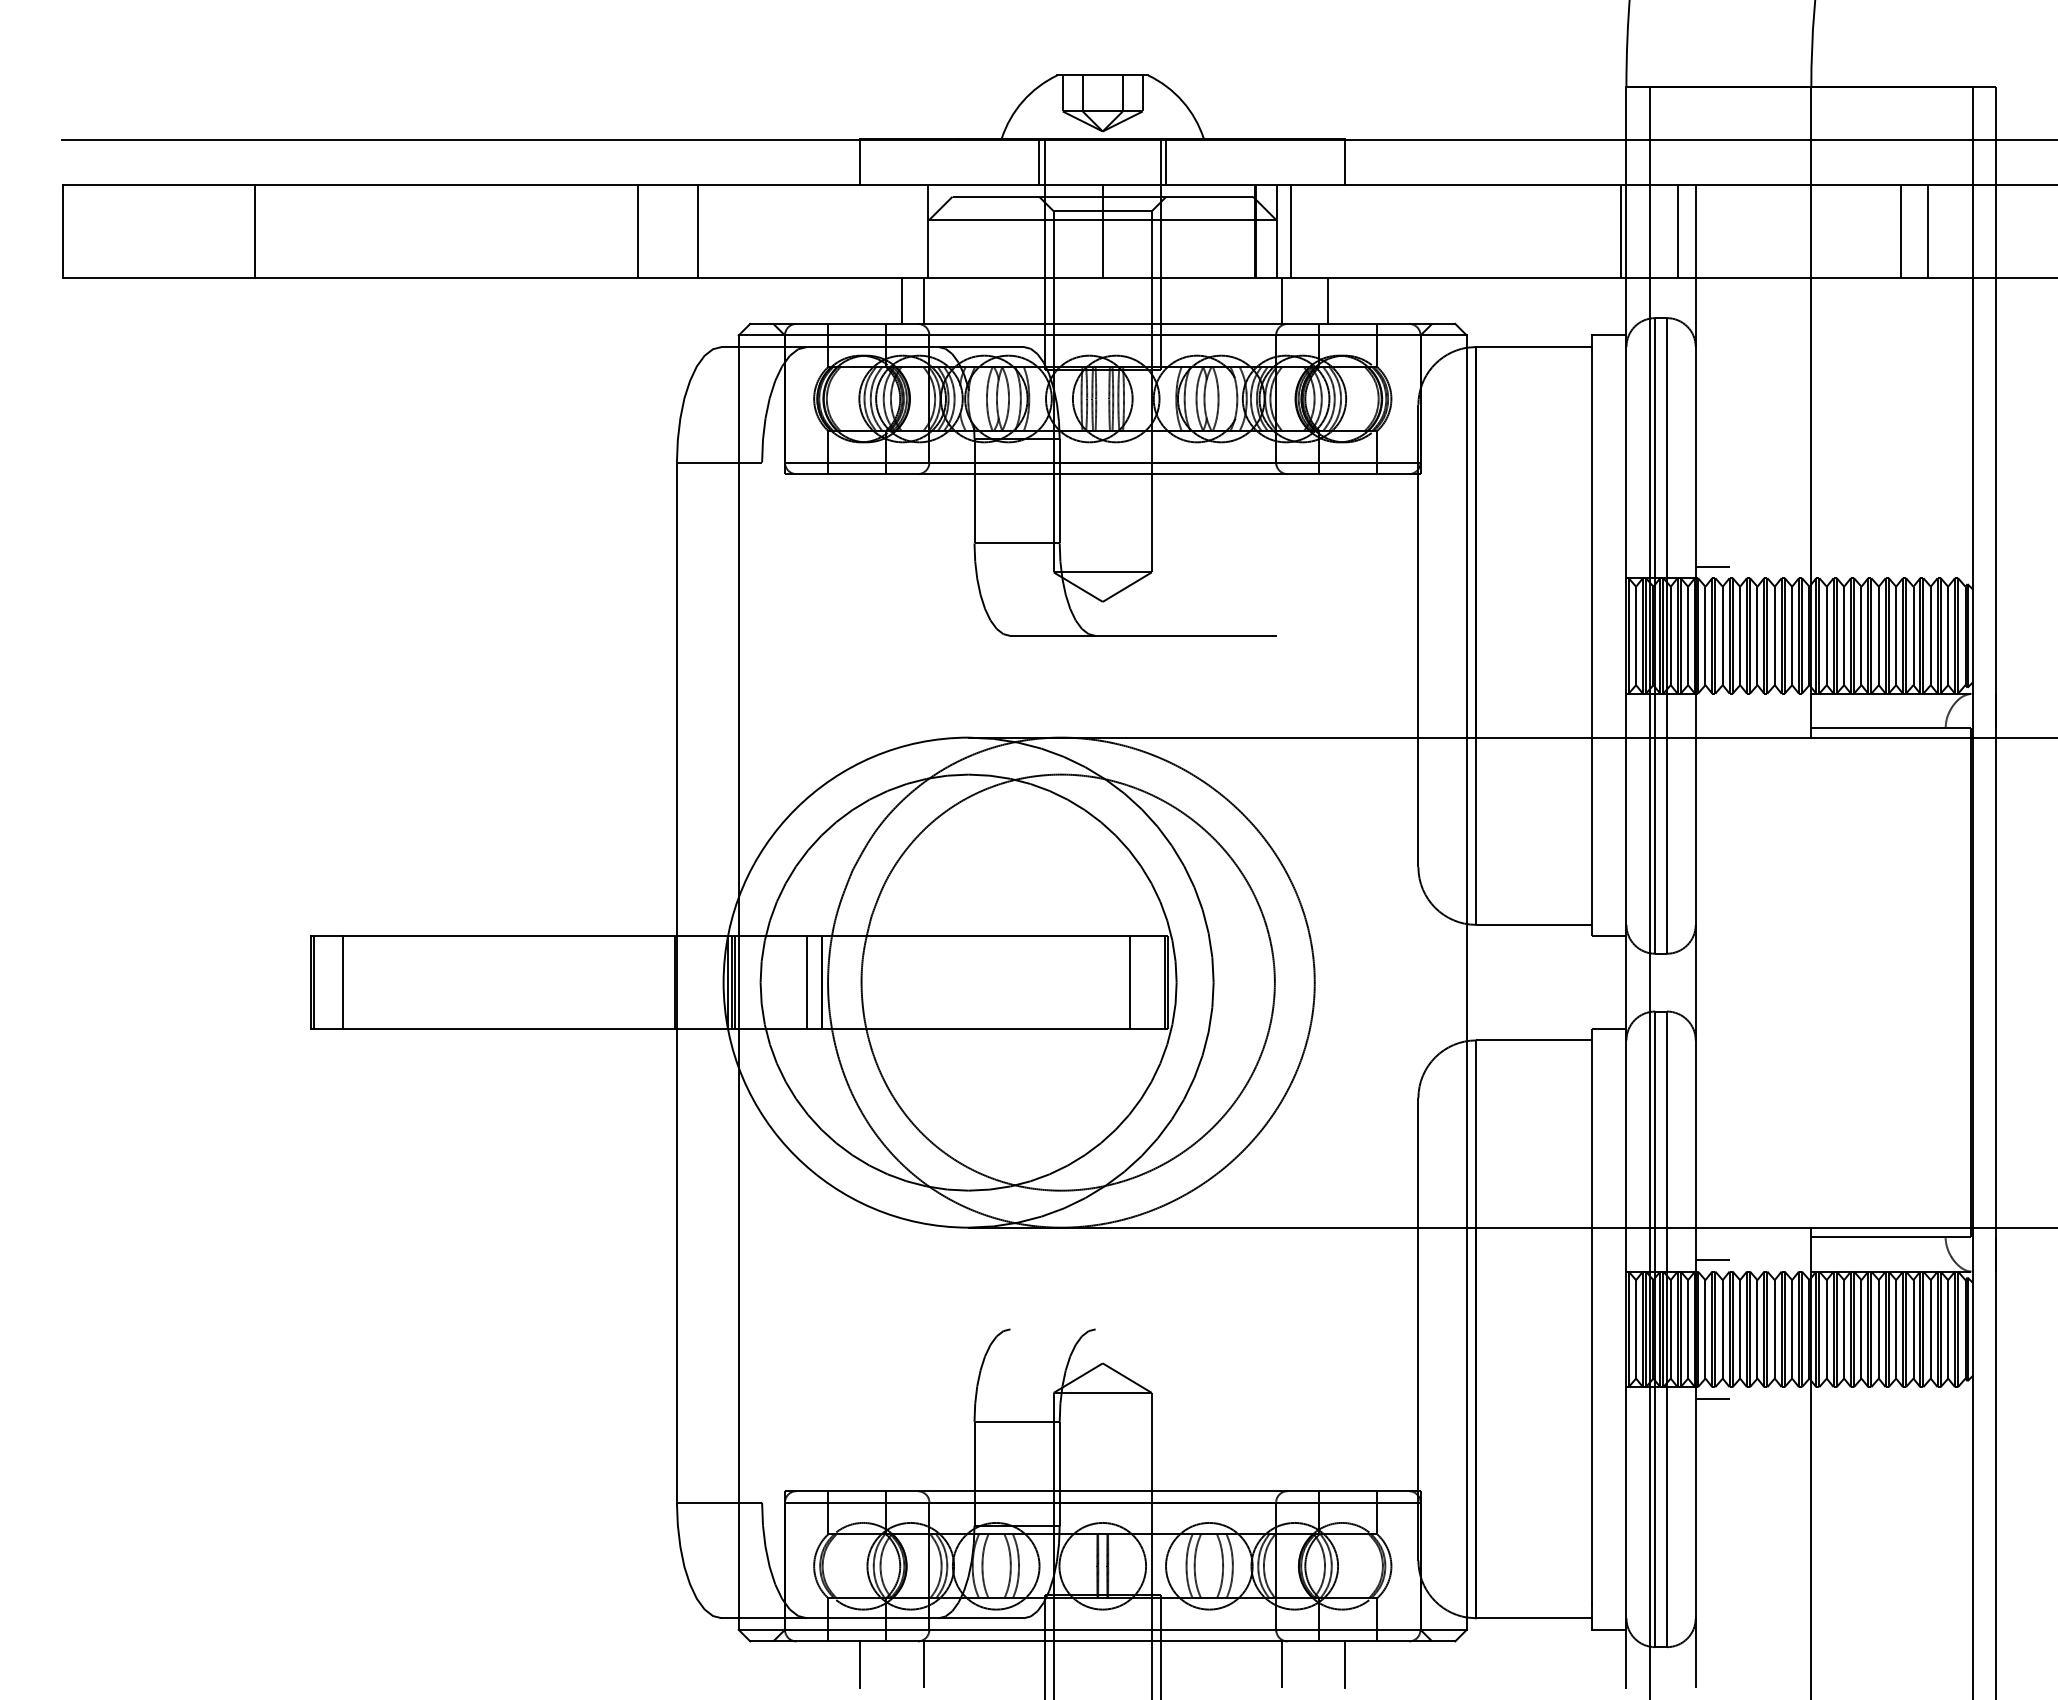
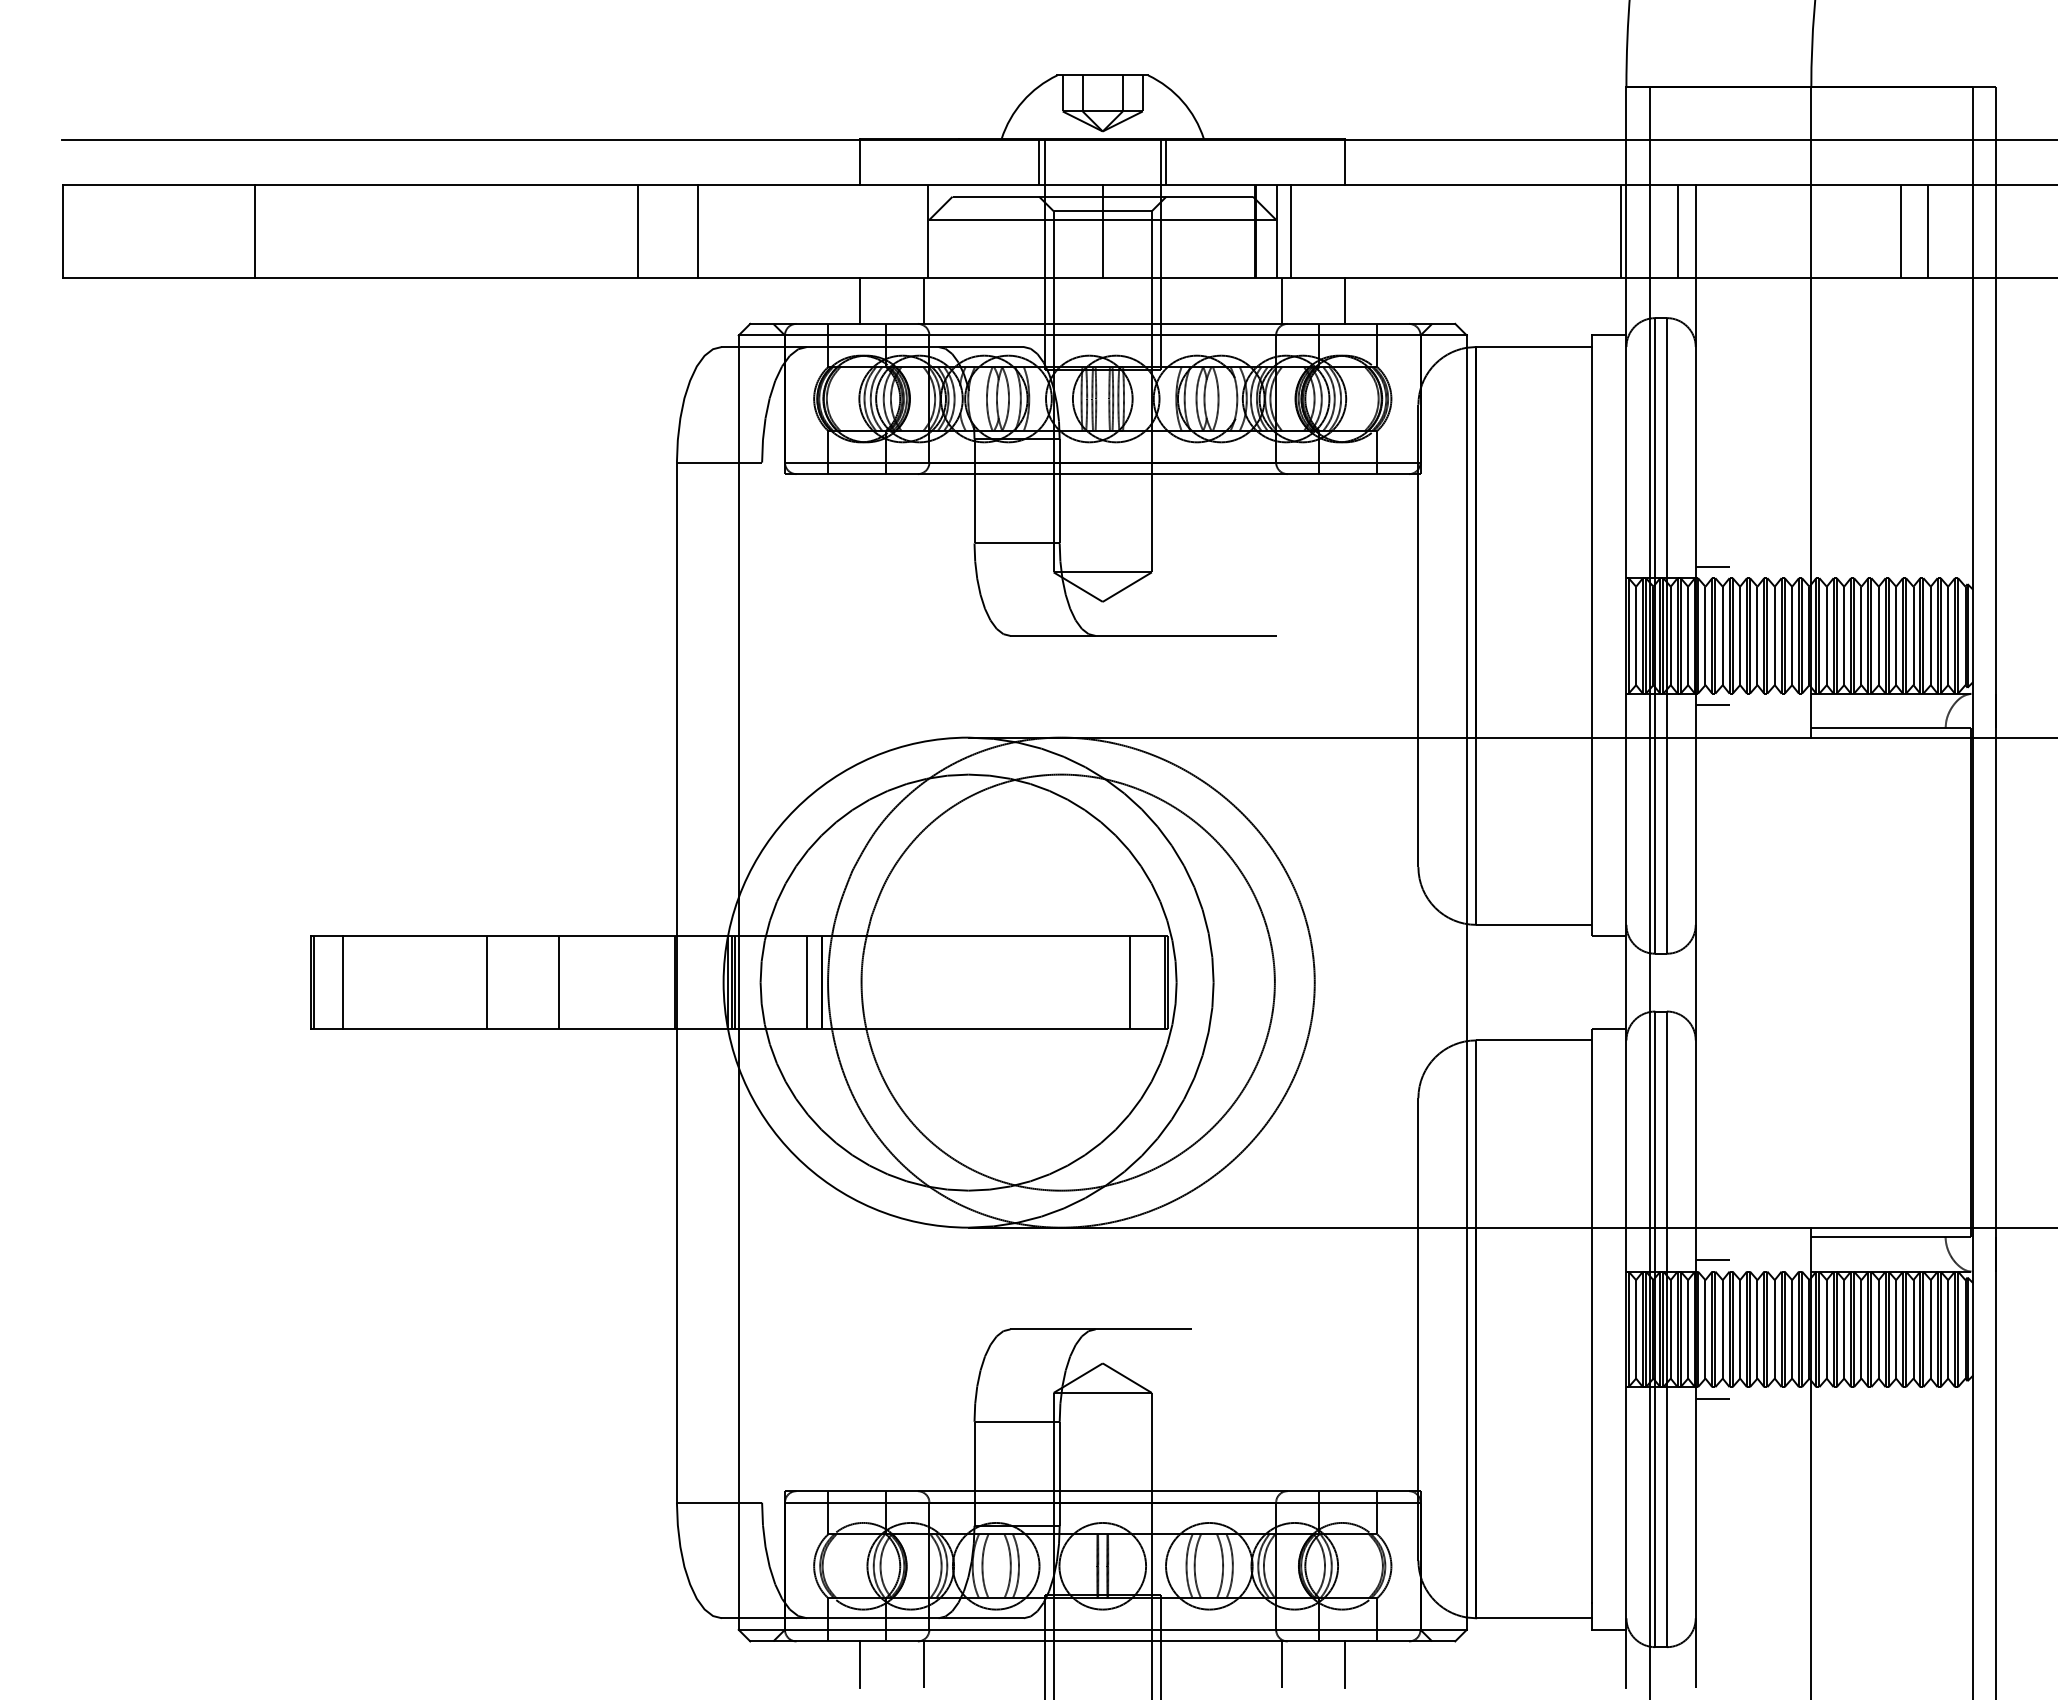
line at (902, 300) position: (902, 300) -> (860, 300)
line at (1328, 300) position: (1328, 300) -> (1345, 300)
line at (1712, 705): none -> present
line at (486, 982): none -> present
line at (559, 982): none -> present
line at (1101, 1329): none -> present
